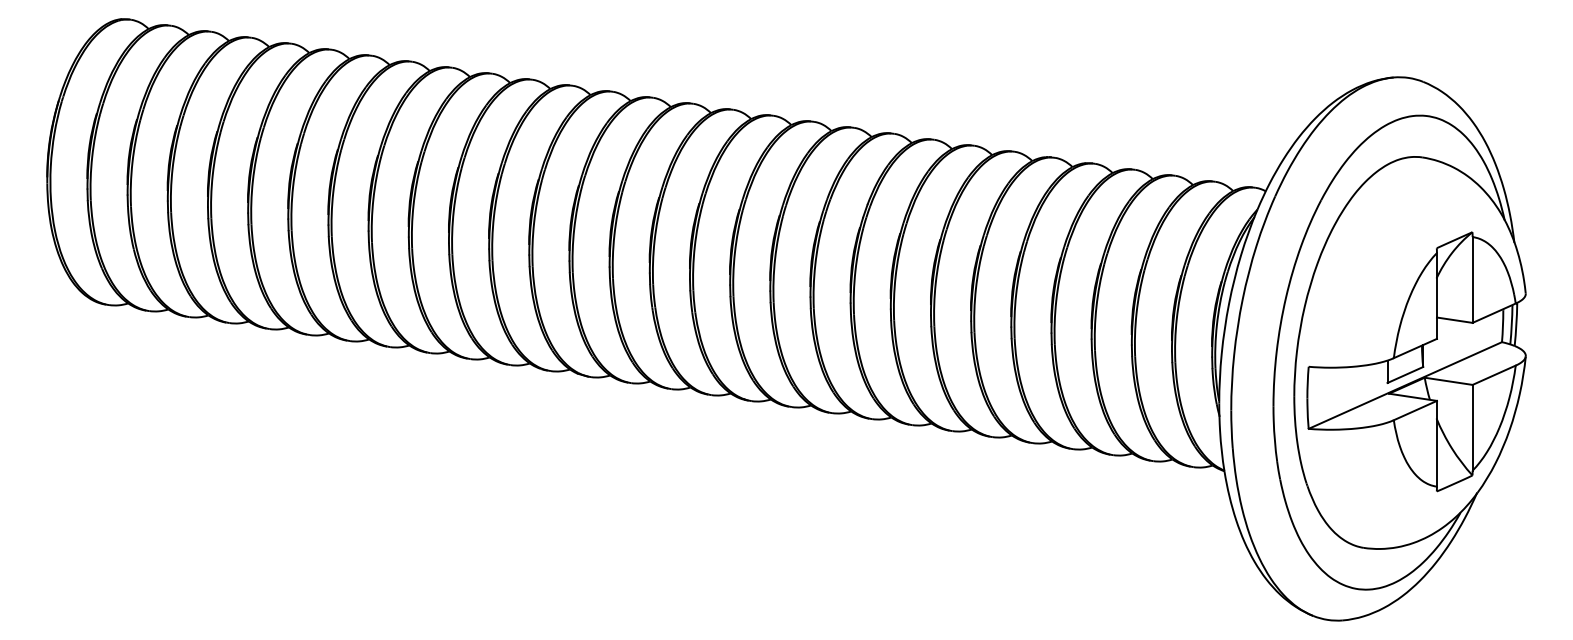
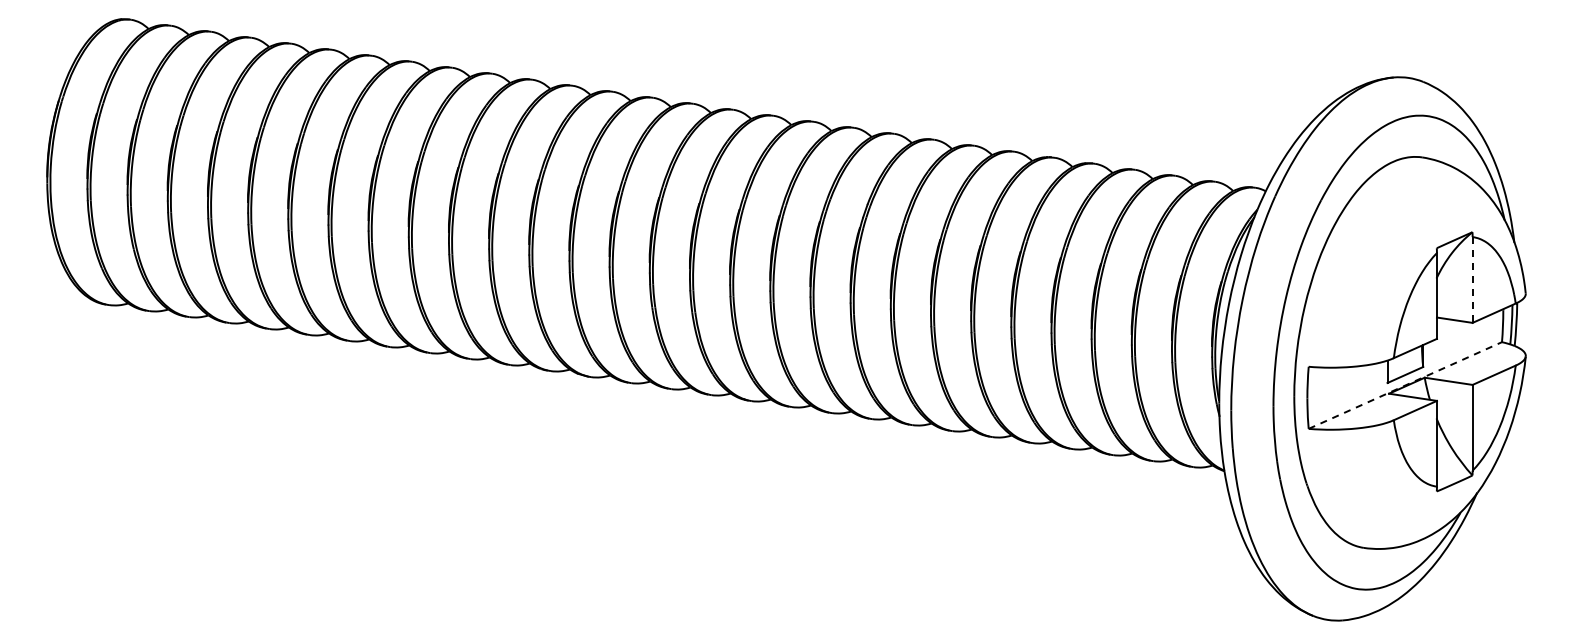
line at (1472, 279): solid -> dashed
line at (1405, 385): solid -> dashed
